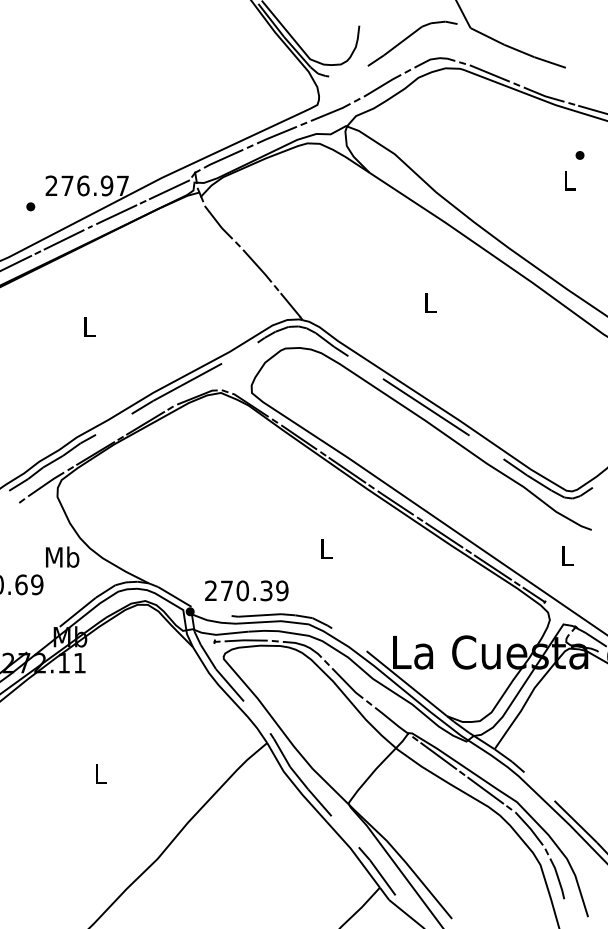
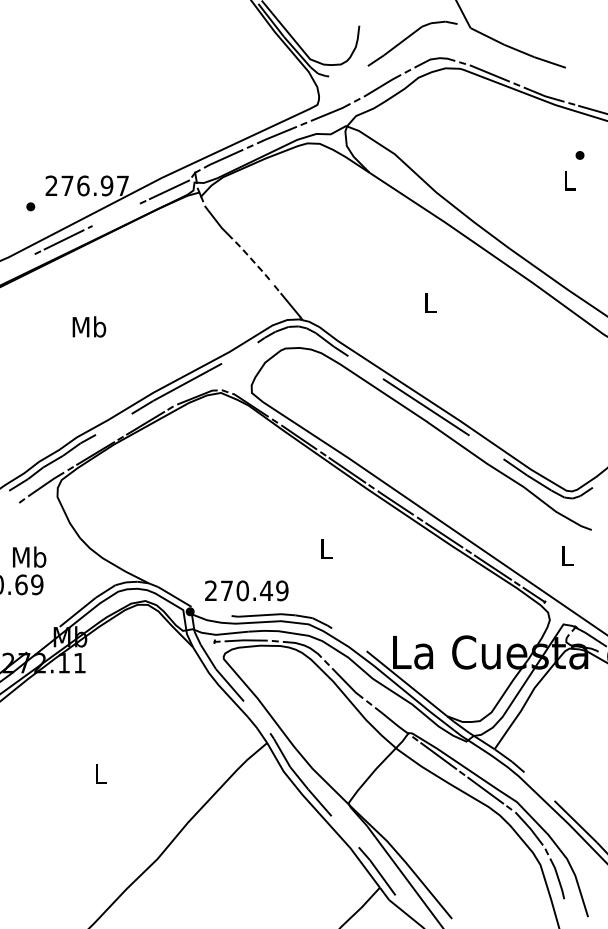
line at (116, 214): present -> none
line at (16, 263): present -> none
line at (258, 266): solid -> dashed
text at (89, 326): L -> Mb
text at (62, 556) position: (62, 556) -> (29, 556)
text at (266, 590): 270.39 -> 270.49
